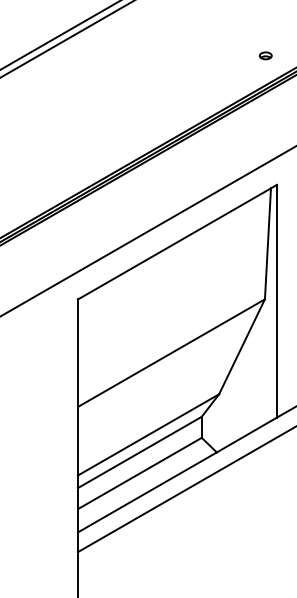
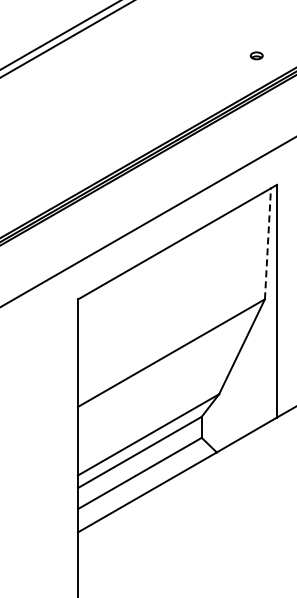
part at (265, 55) position: (265, 55) -> (256, 55)
line at (147, 231) position: (147, 231) -> (147, 221)
line at (267, 243): solid -> dashed
line at (185, 489): present -> none
